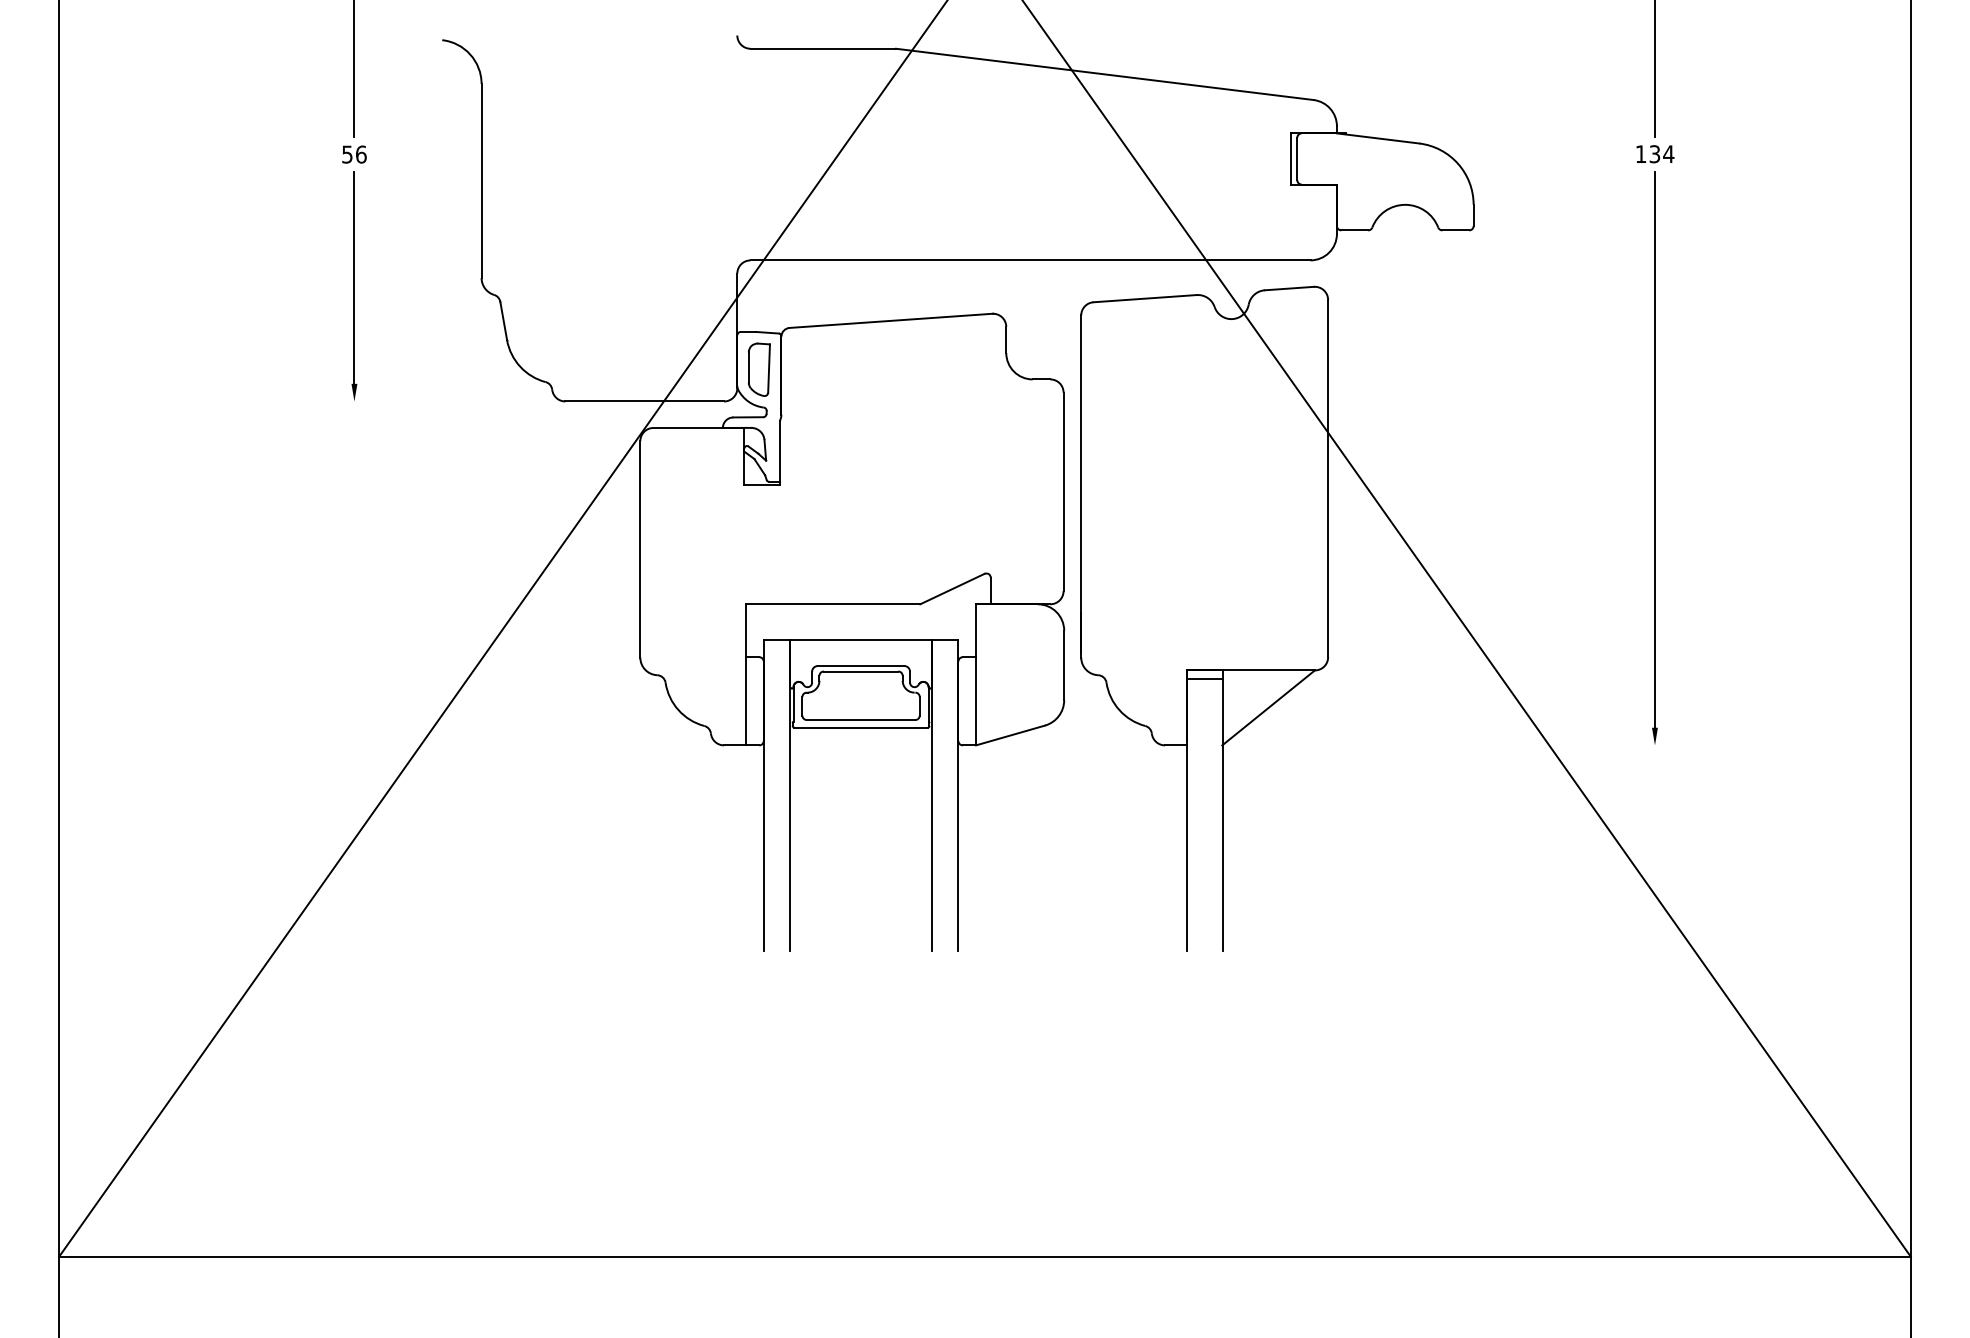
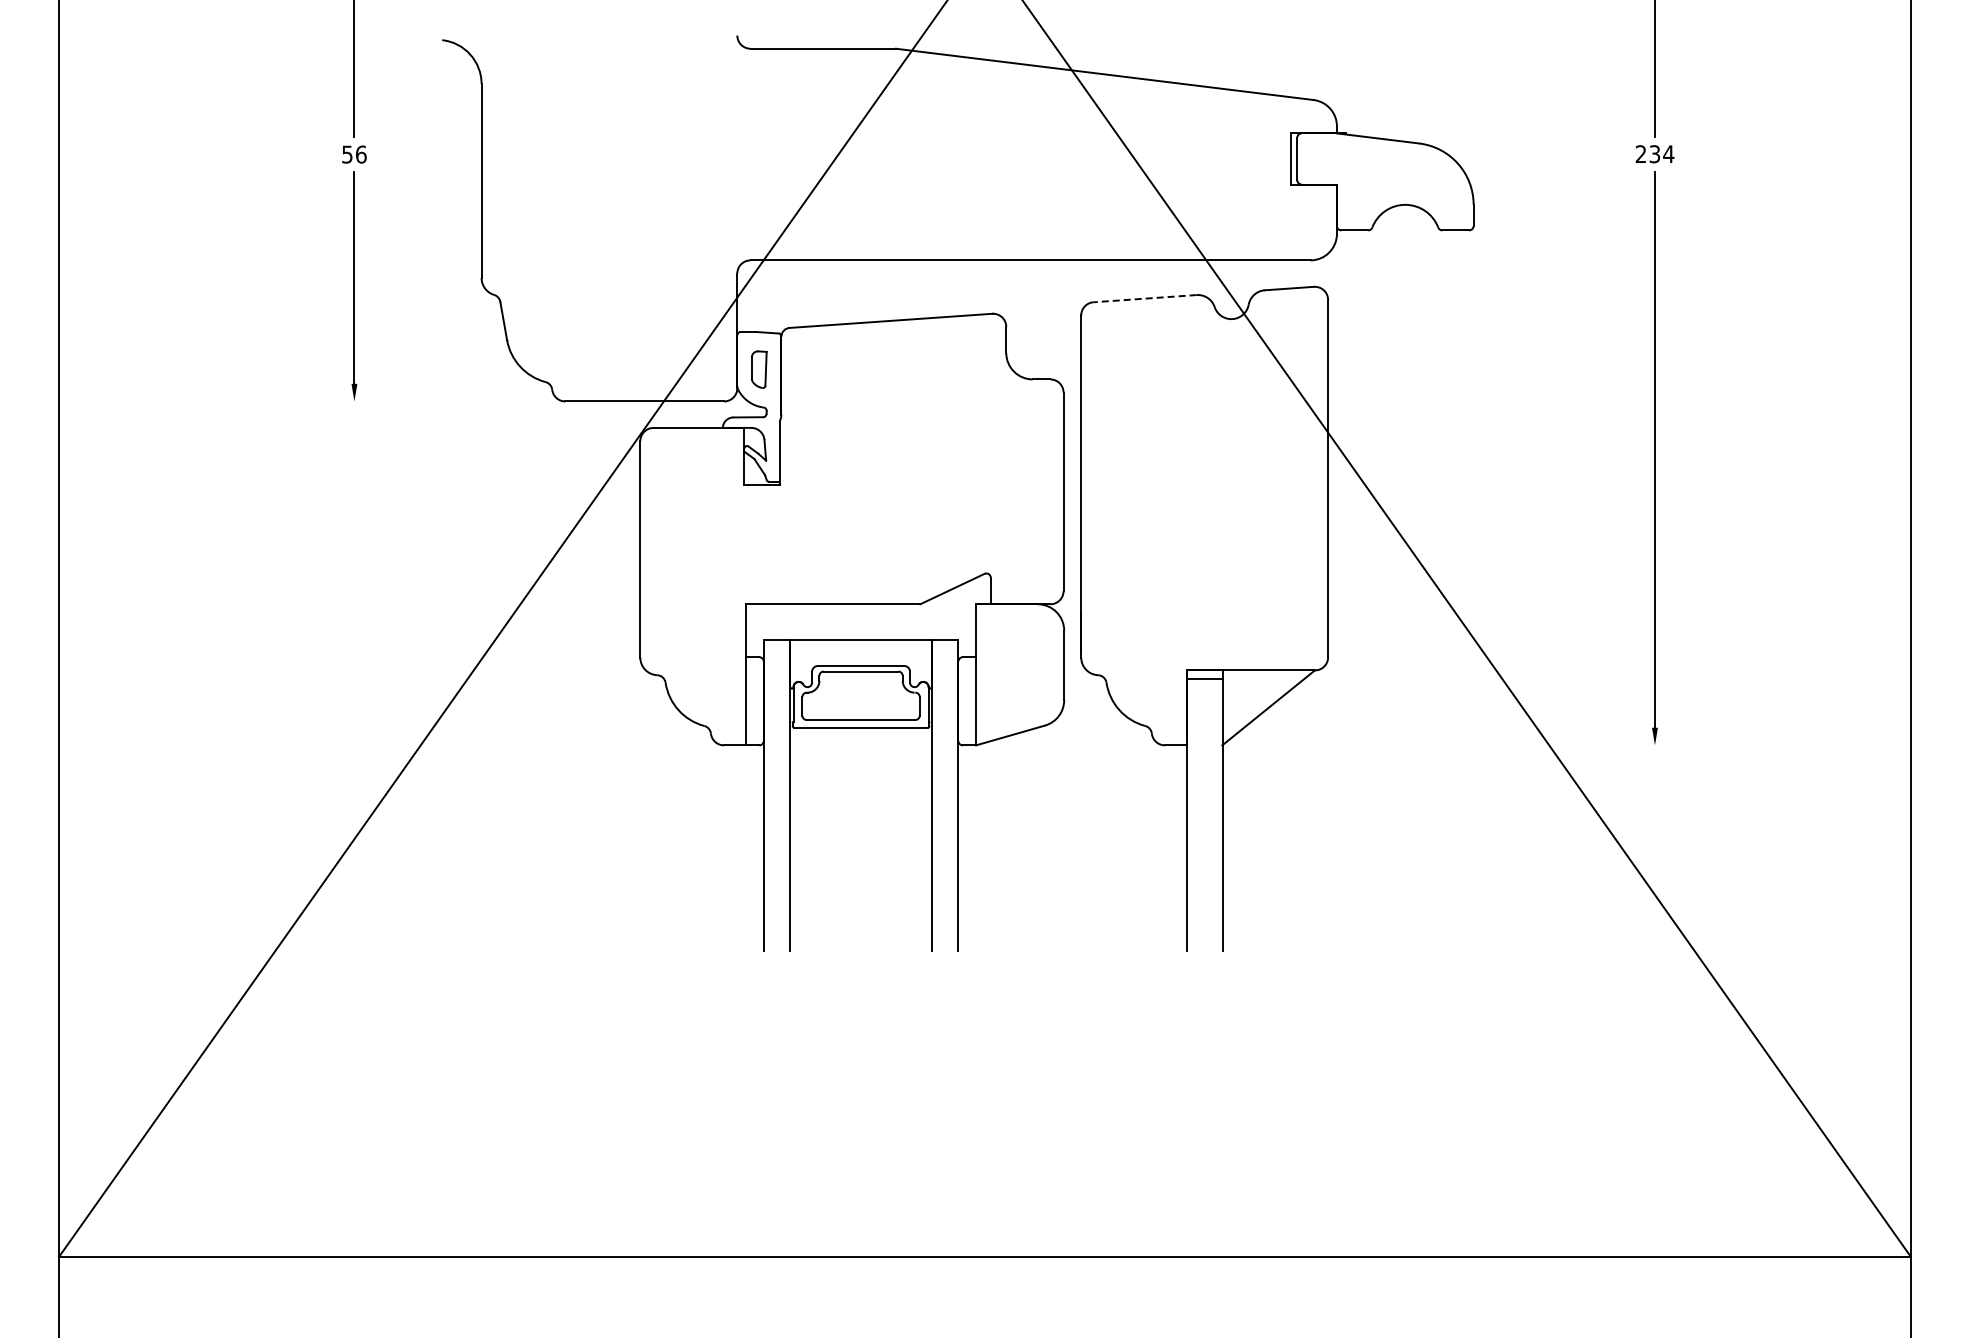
text at (1640, 153): 134 -> 234
line at (1145, 298): solid -> dashed
part at (758, 369) size: 24x55 px -> 17x39 px
